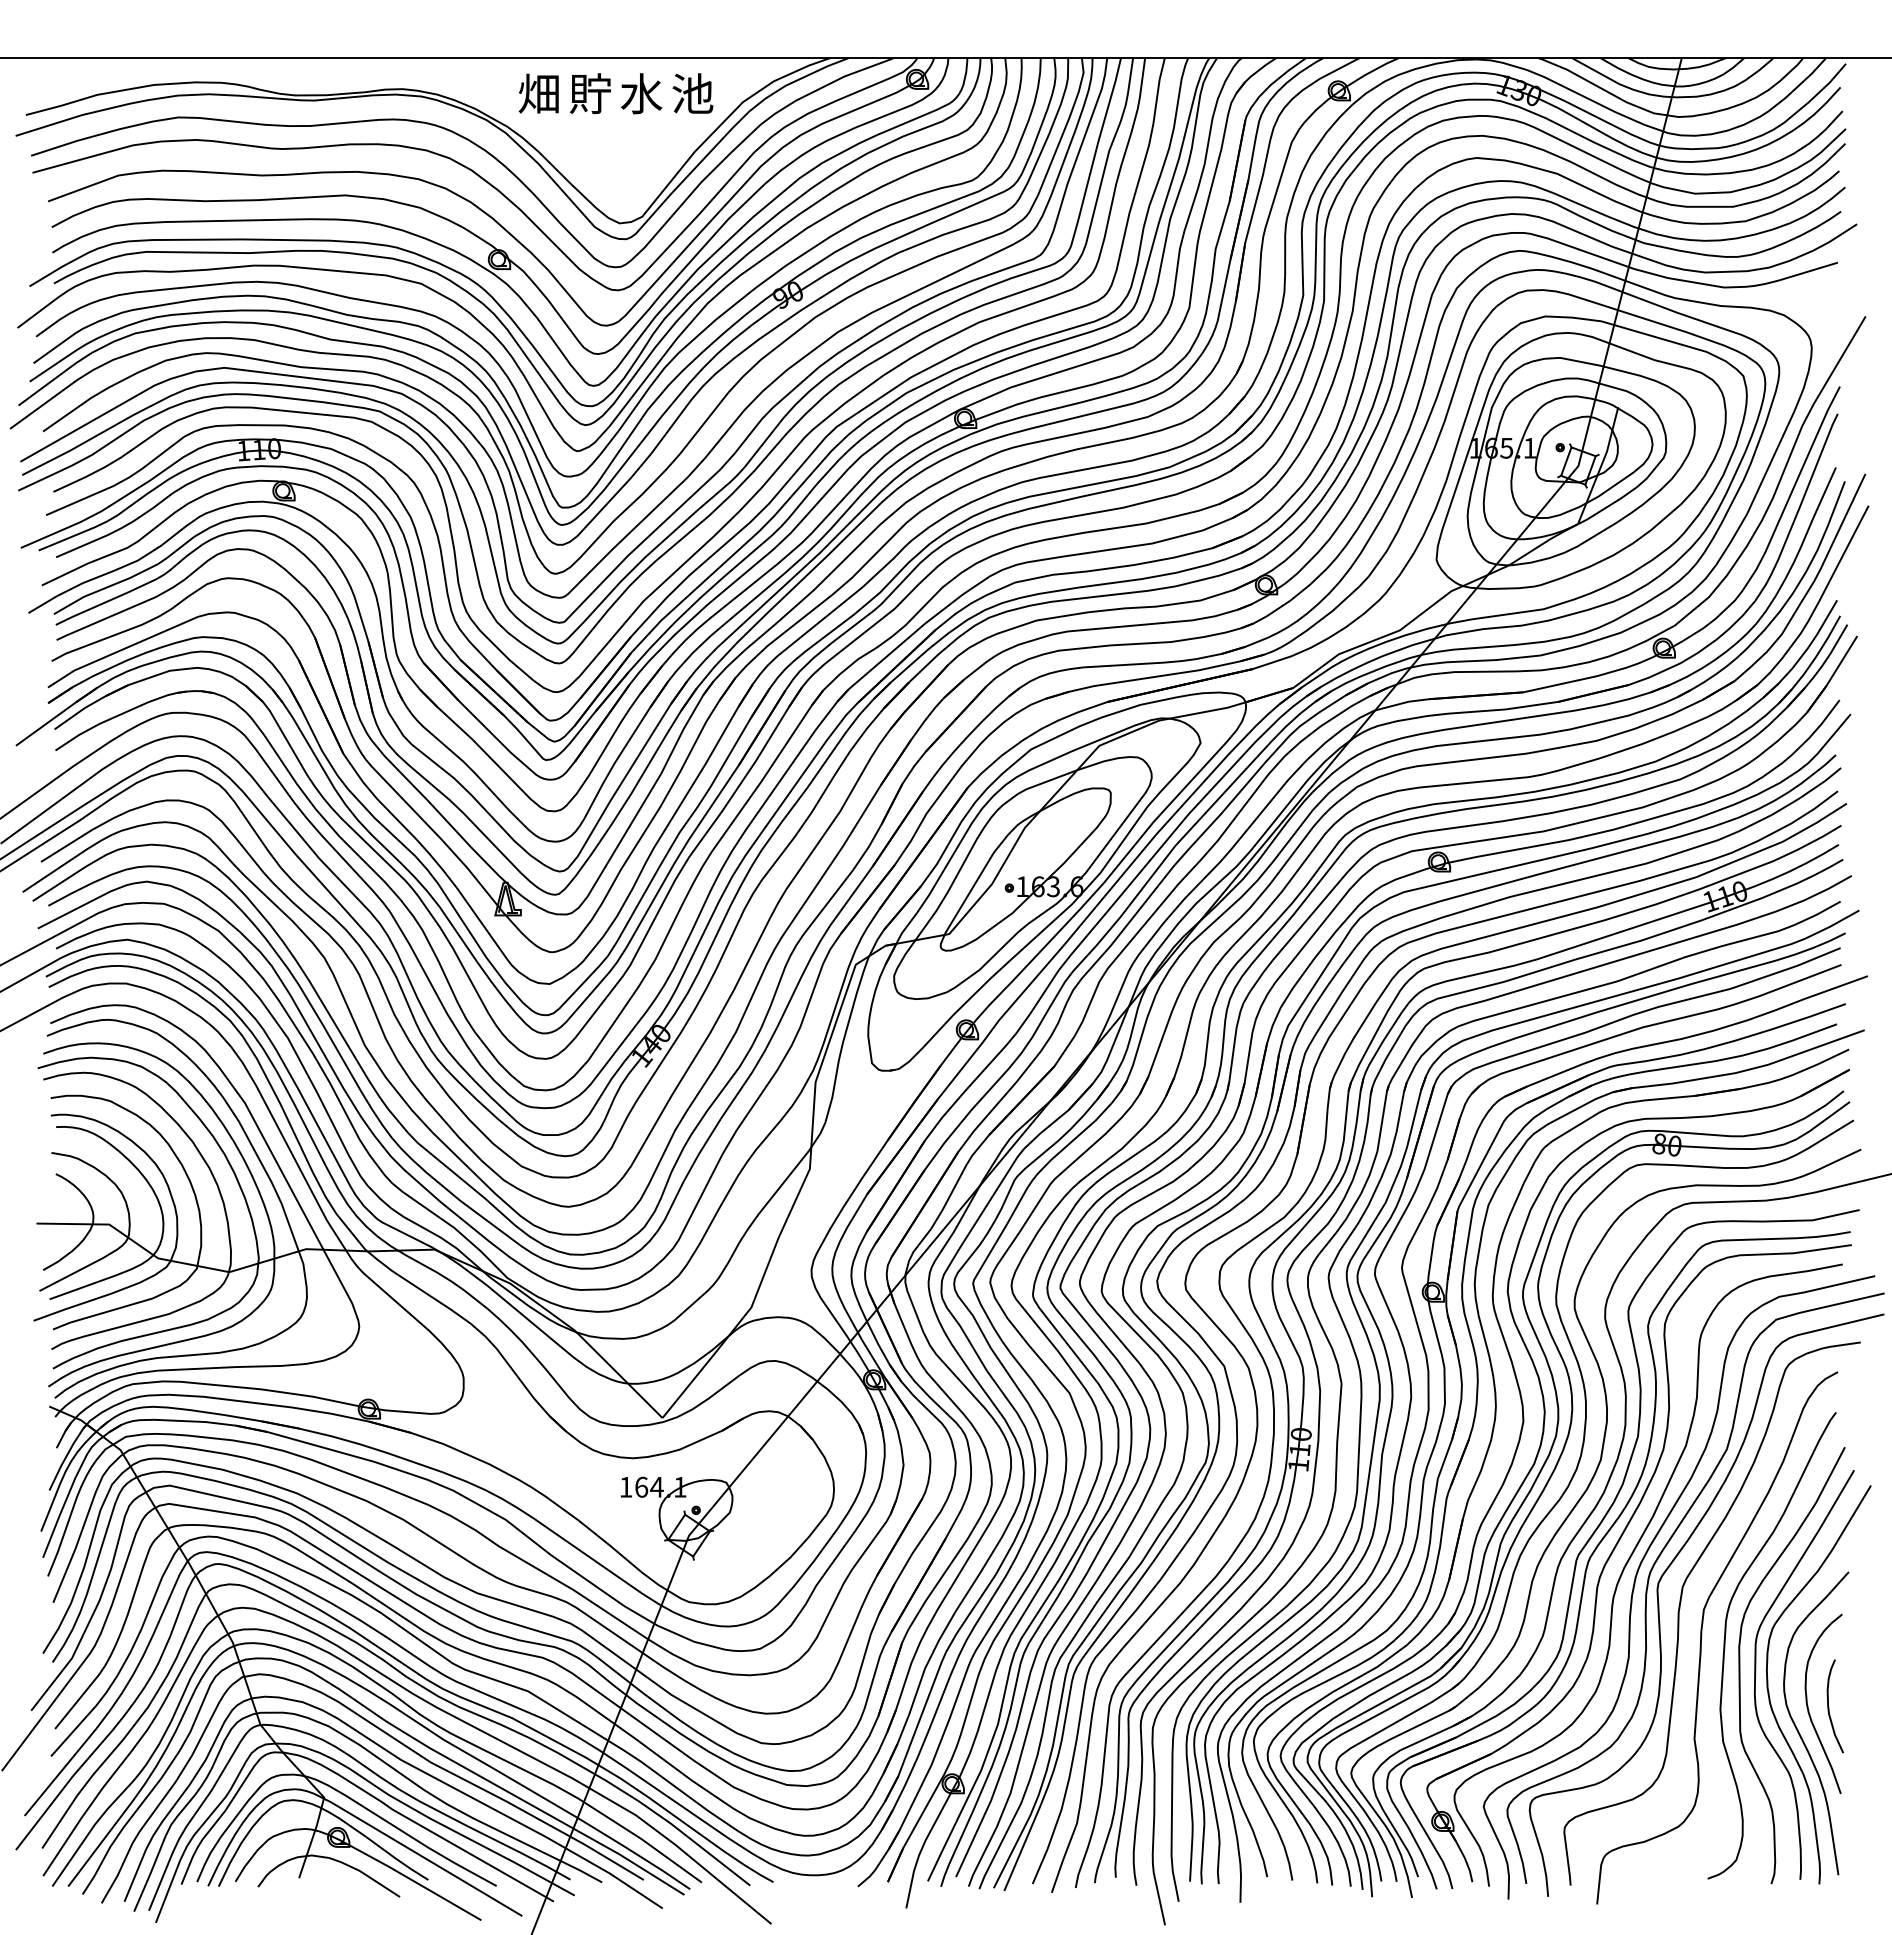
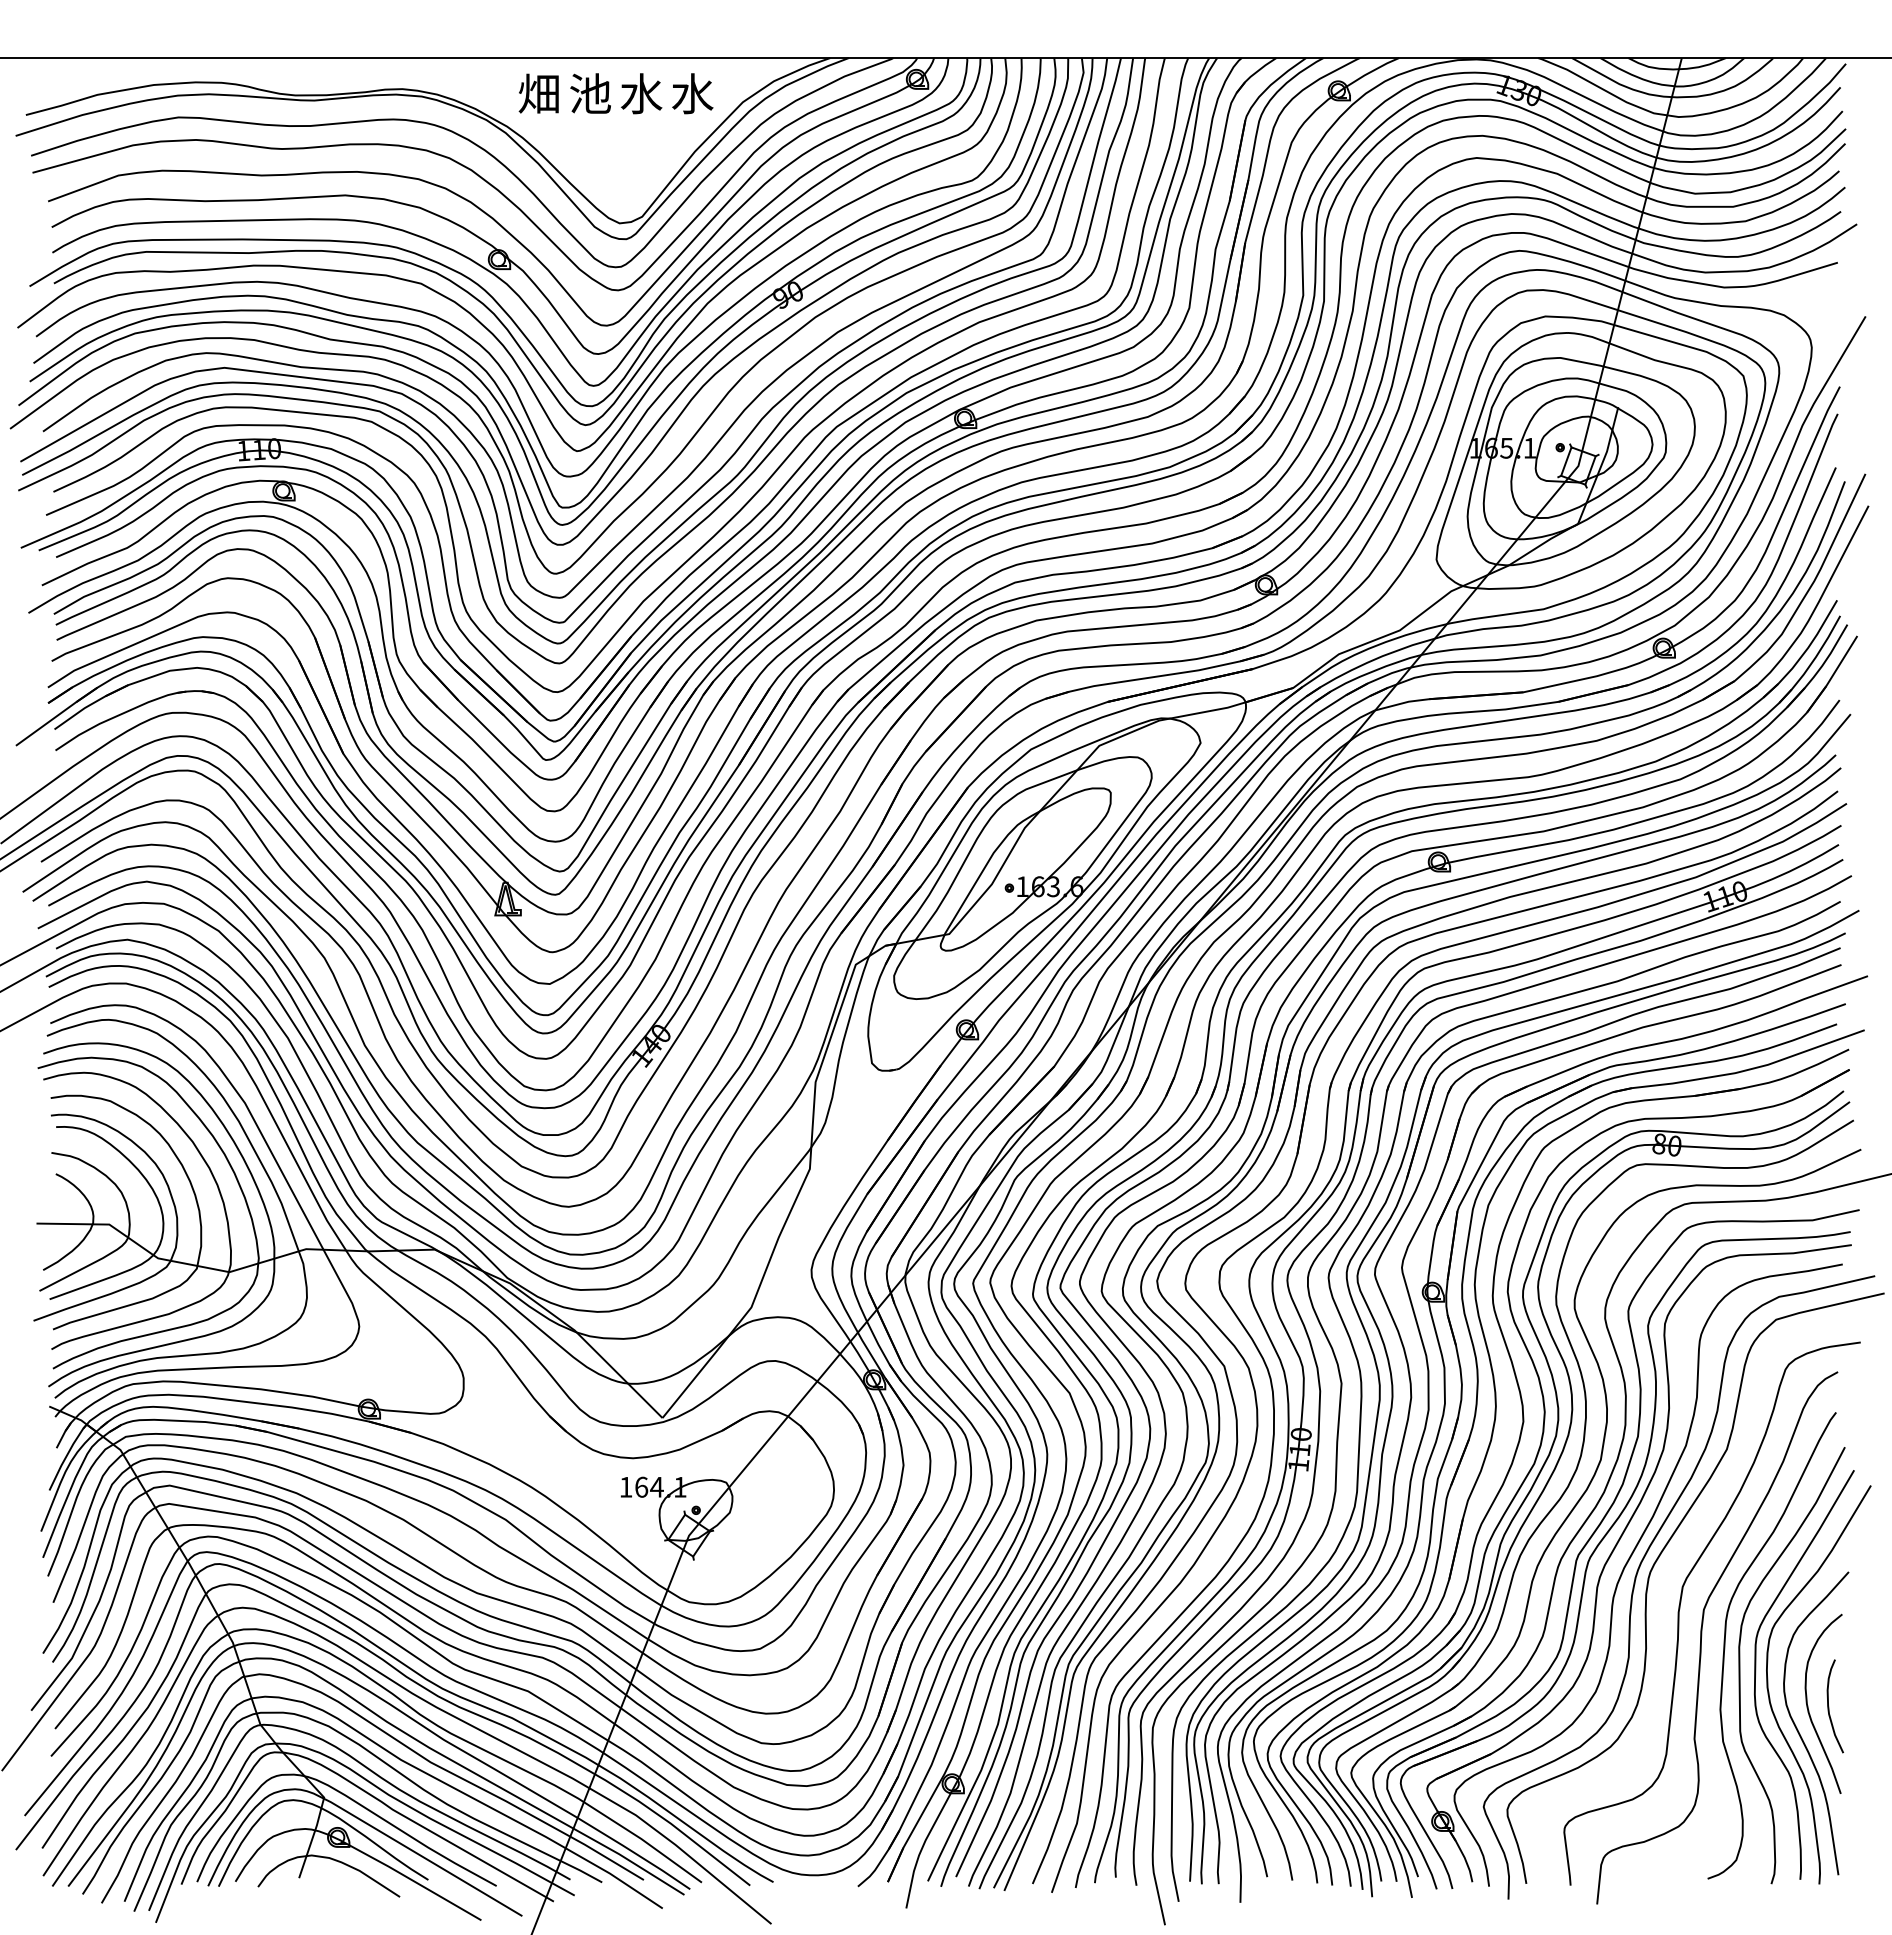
text at (589, 93): 貯 -> 池
text at (692, 93): 池 -> 水
curve at (1659, 1604): present -> none
